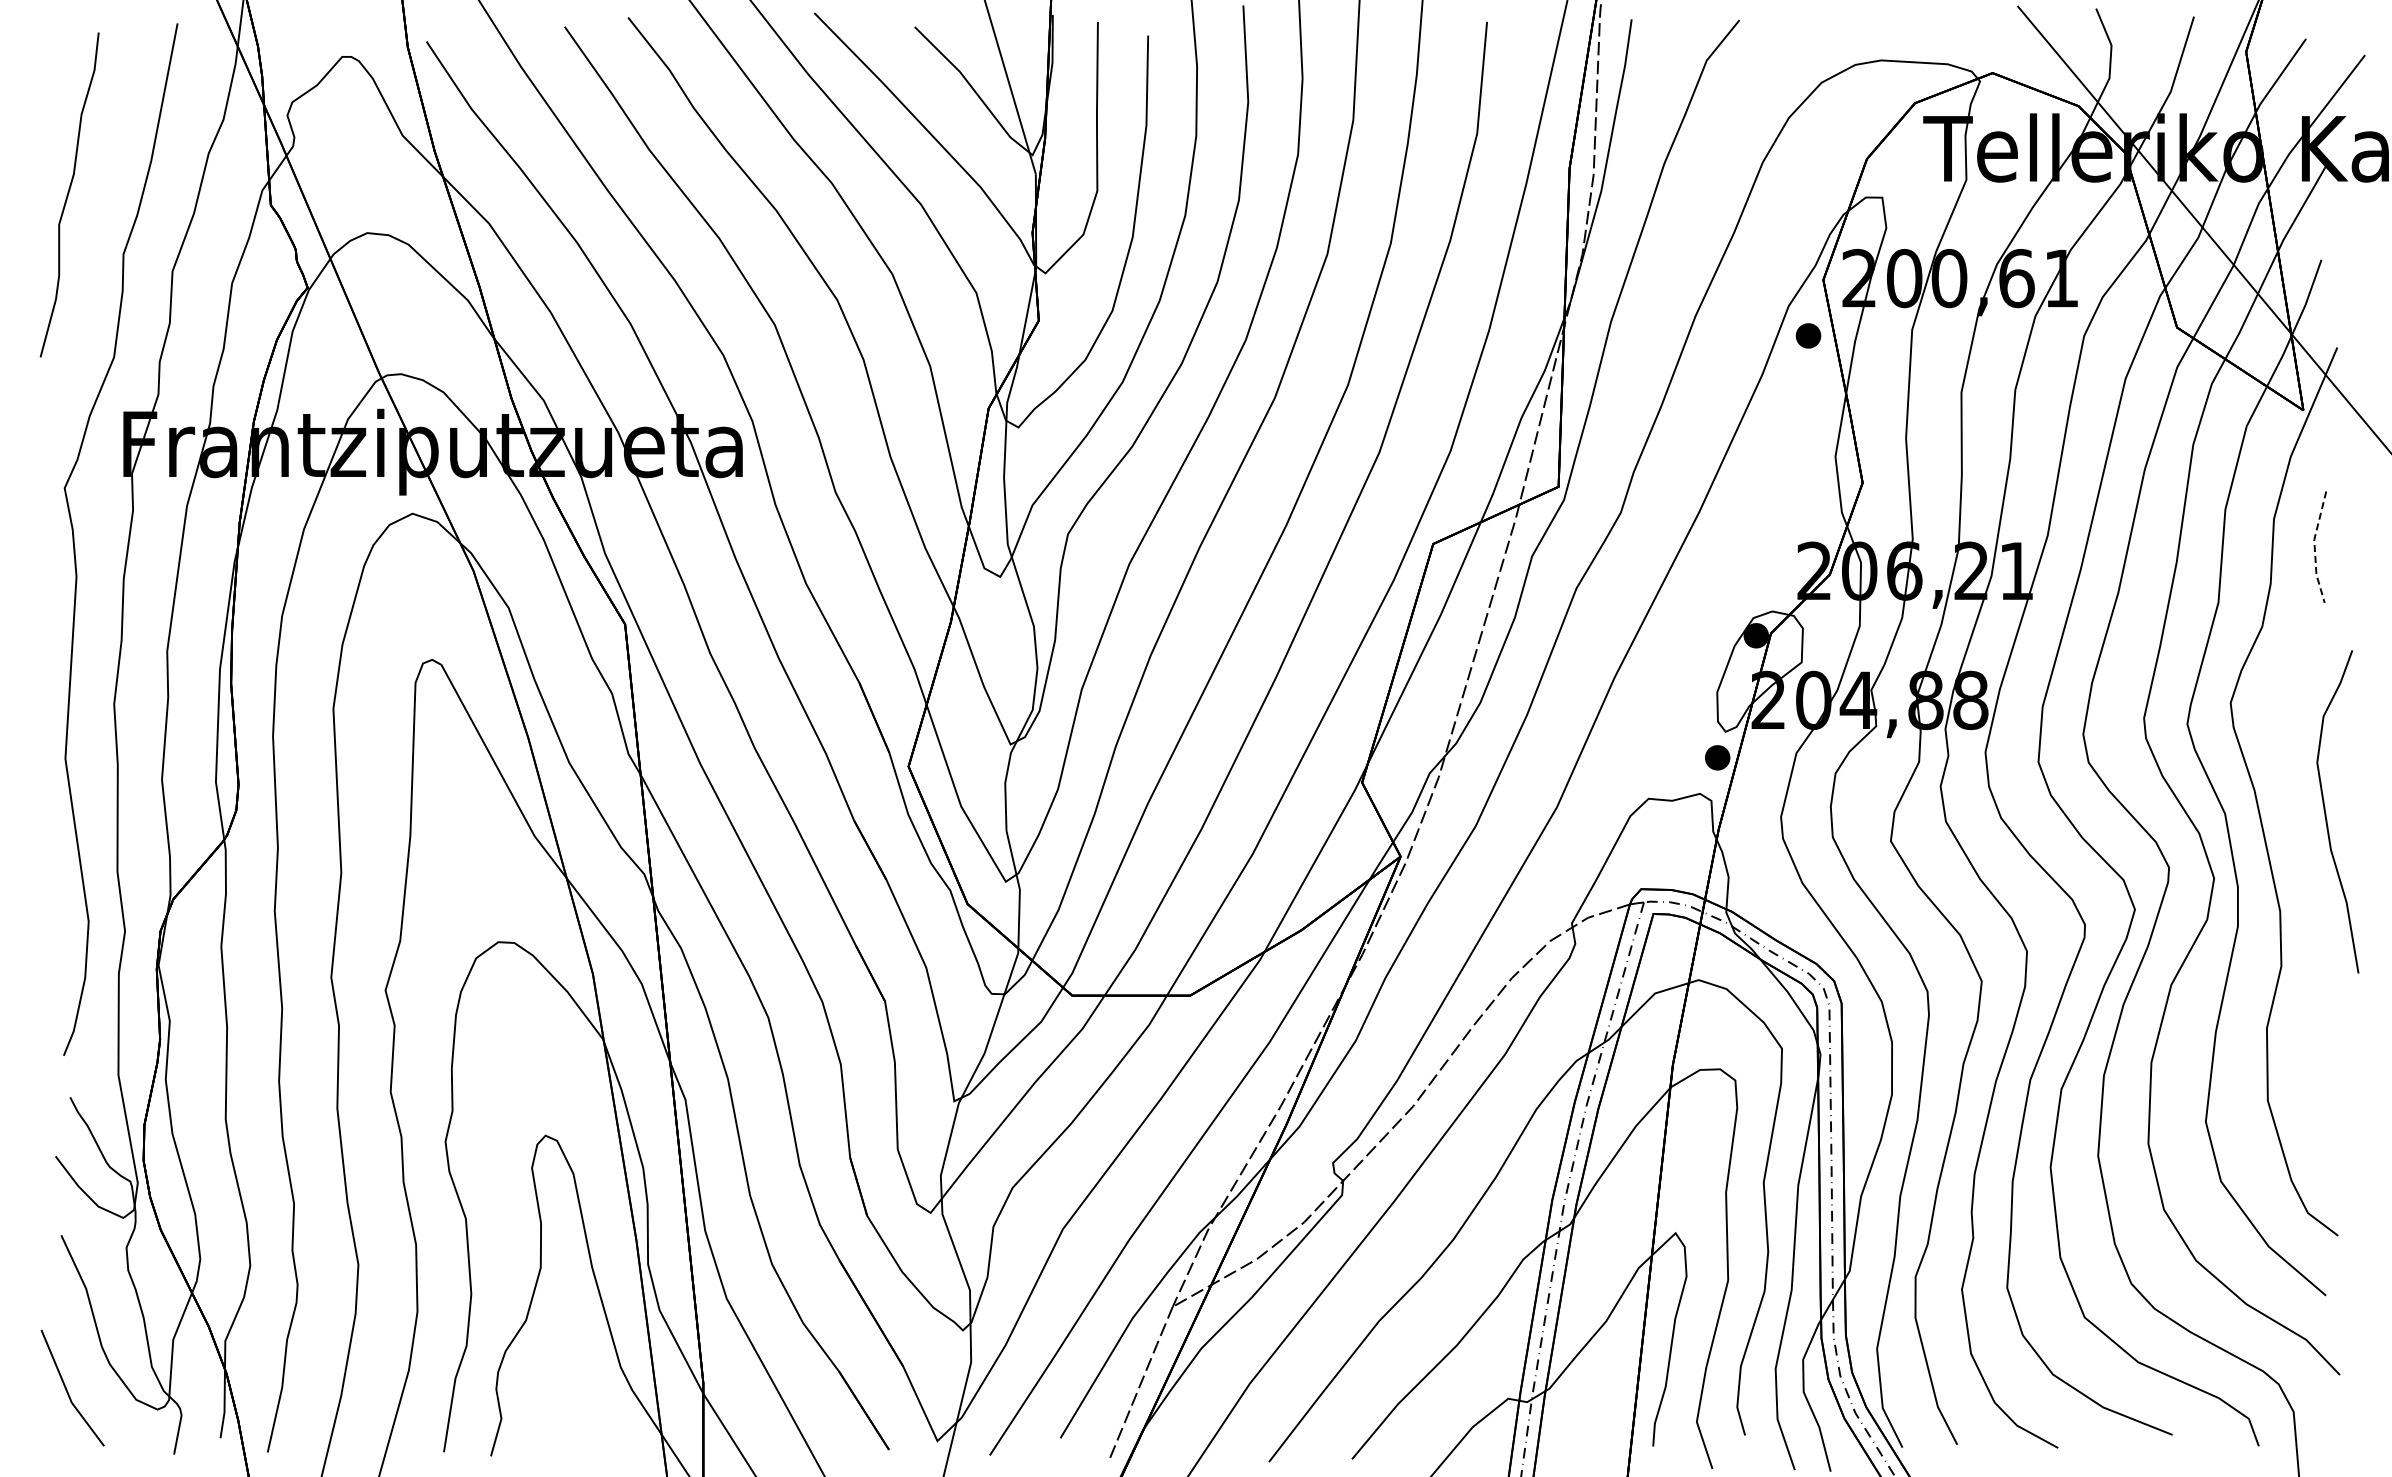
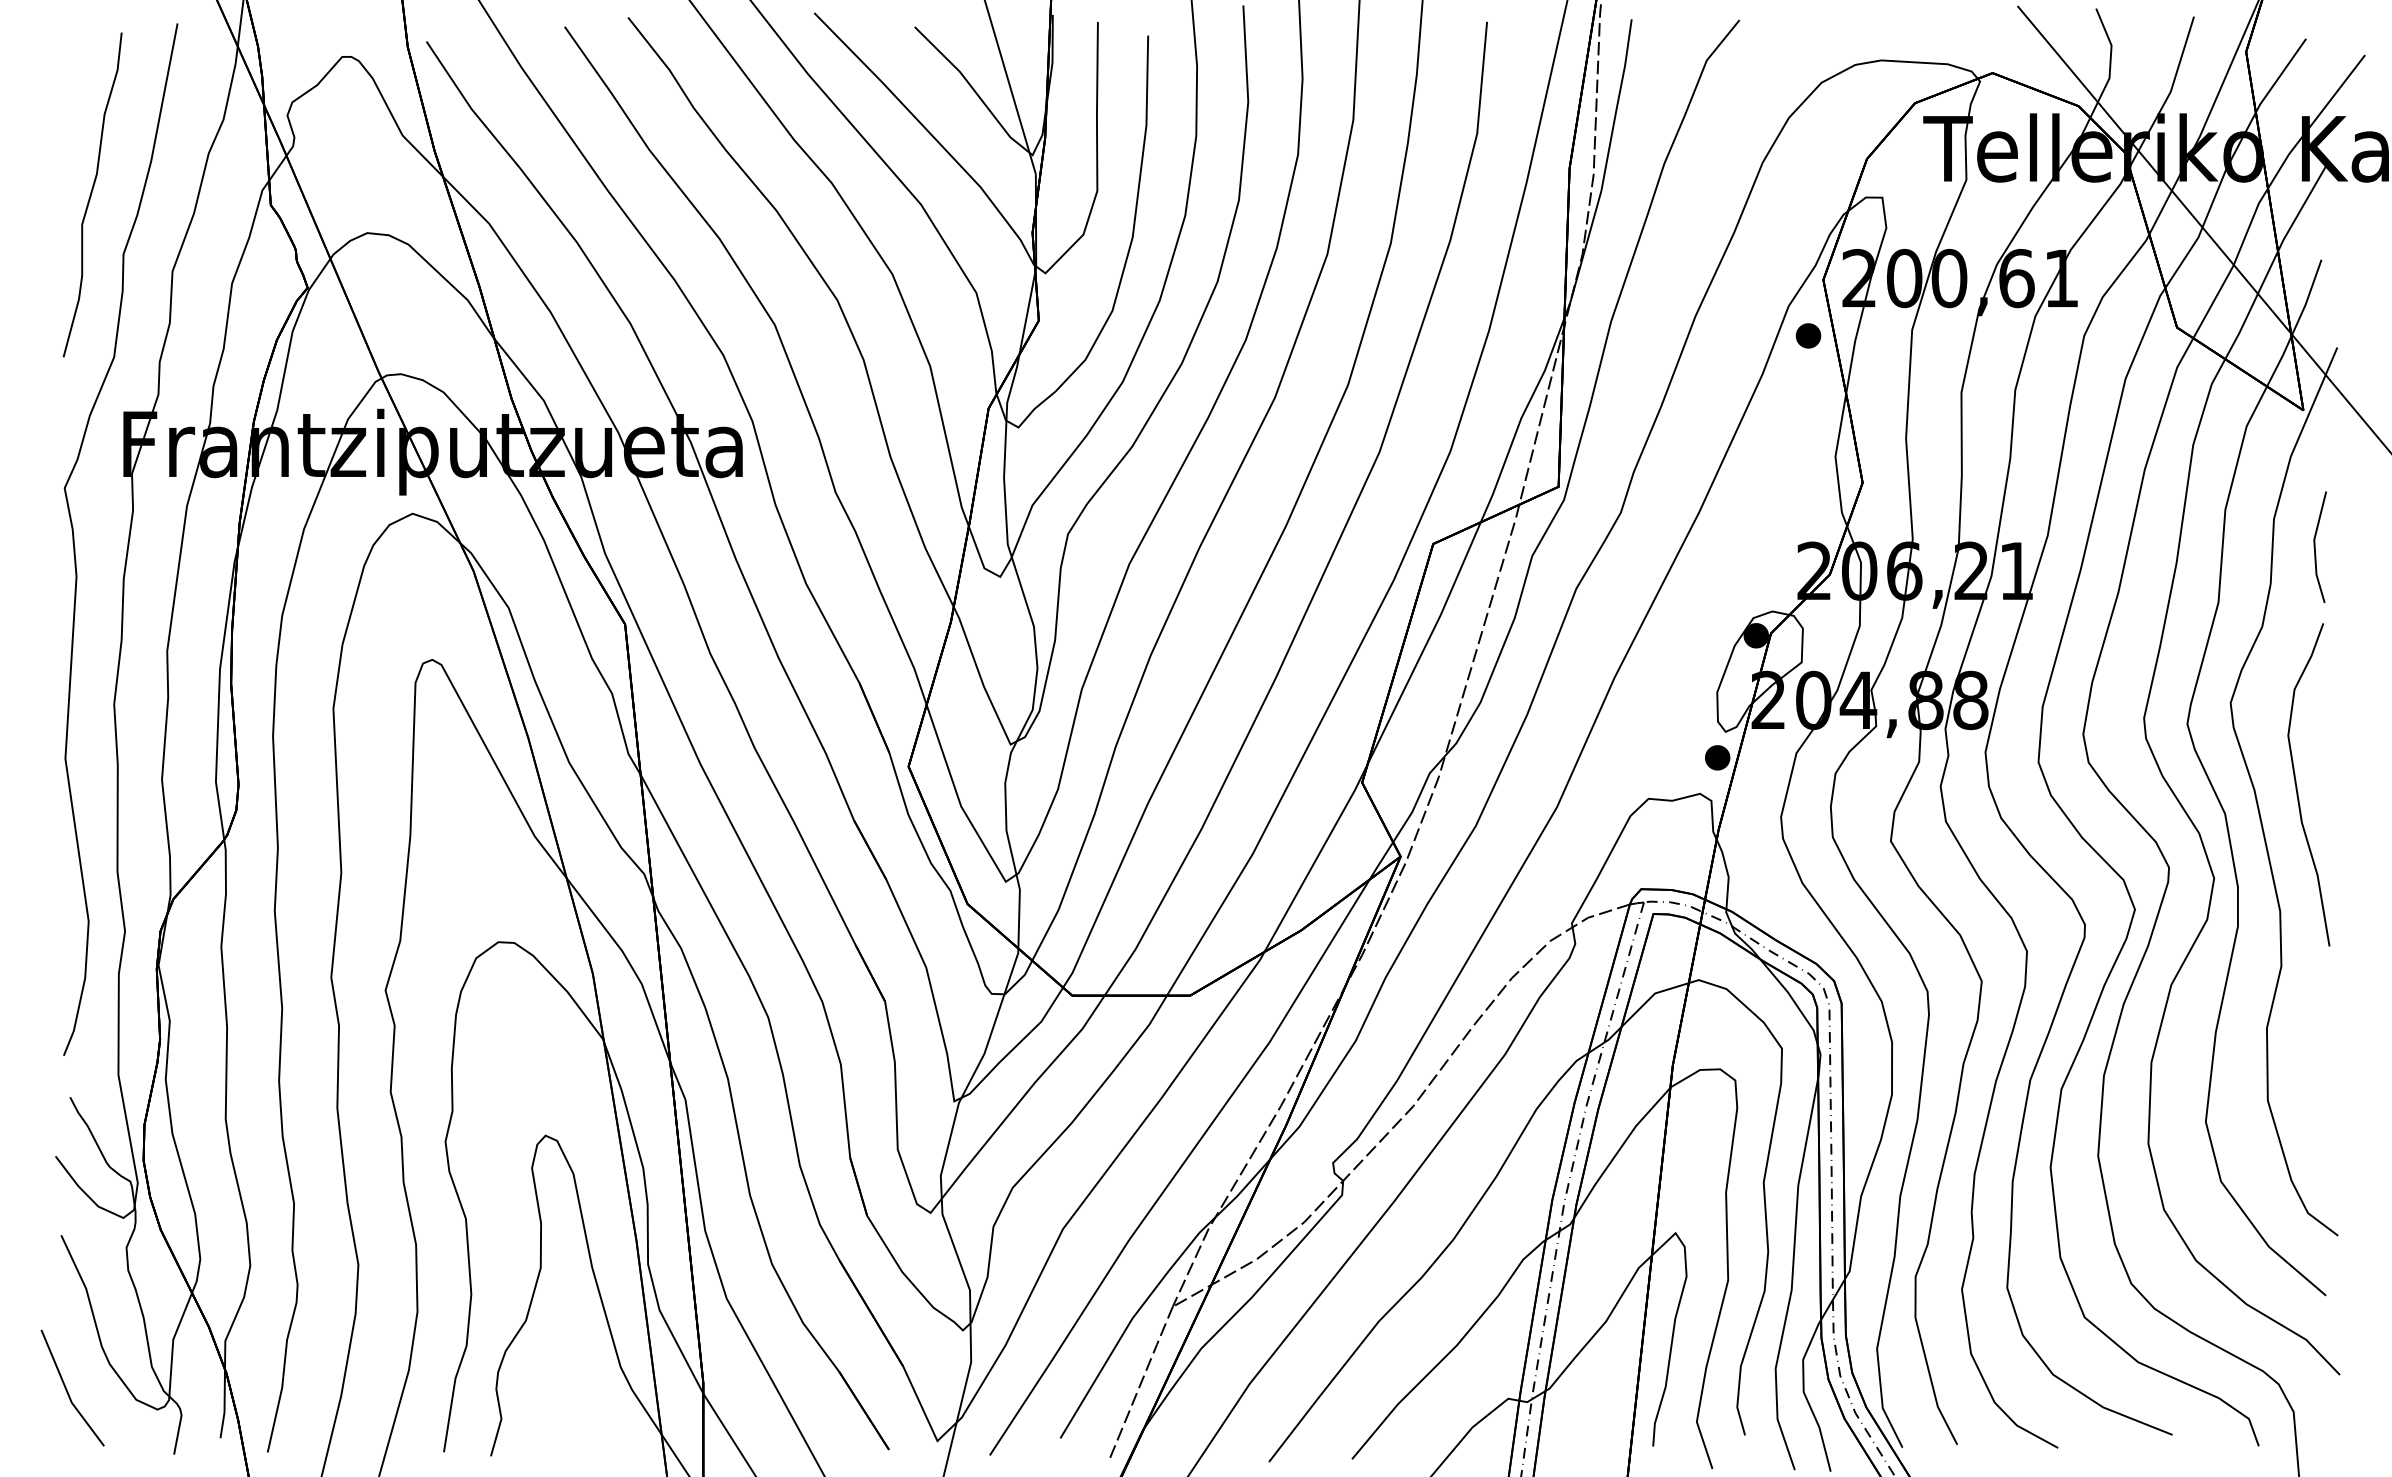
curve at (69, 193) position: (69, 193) -> (92, 193)
line at (2314, 547): dashed -> solid
curve at (2326, 813) position: (2326, 813) -> (2297, 786)
